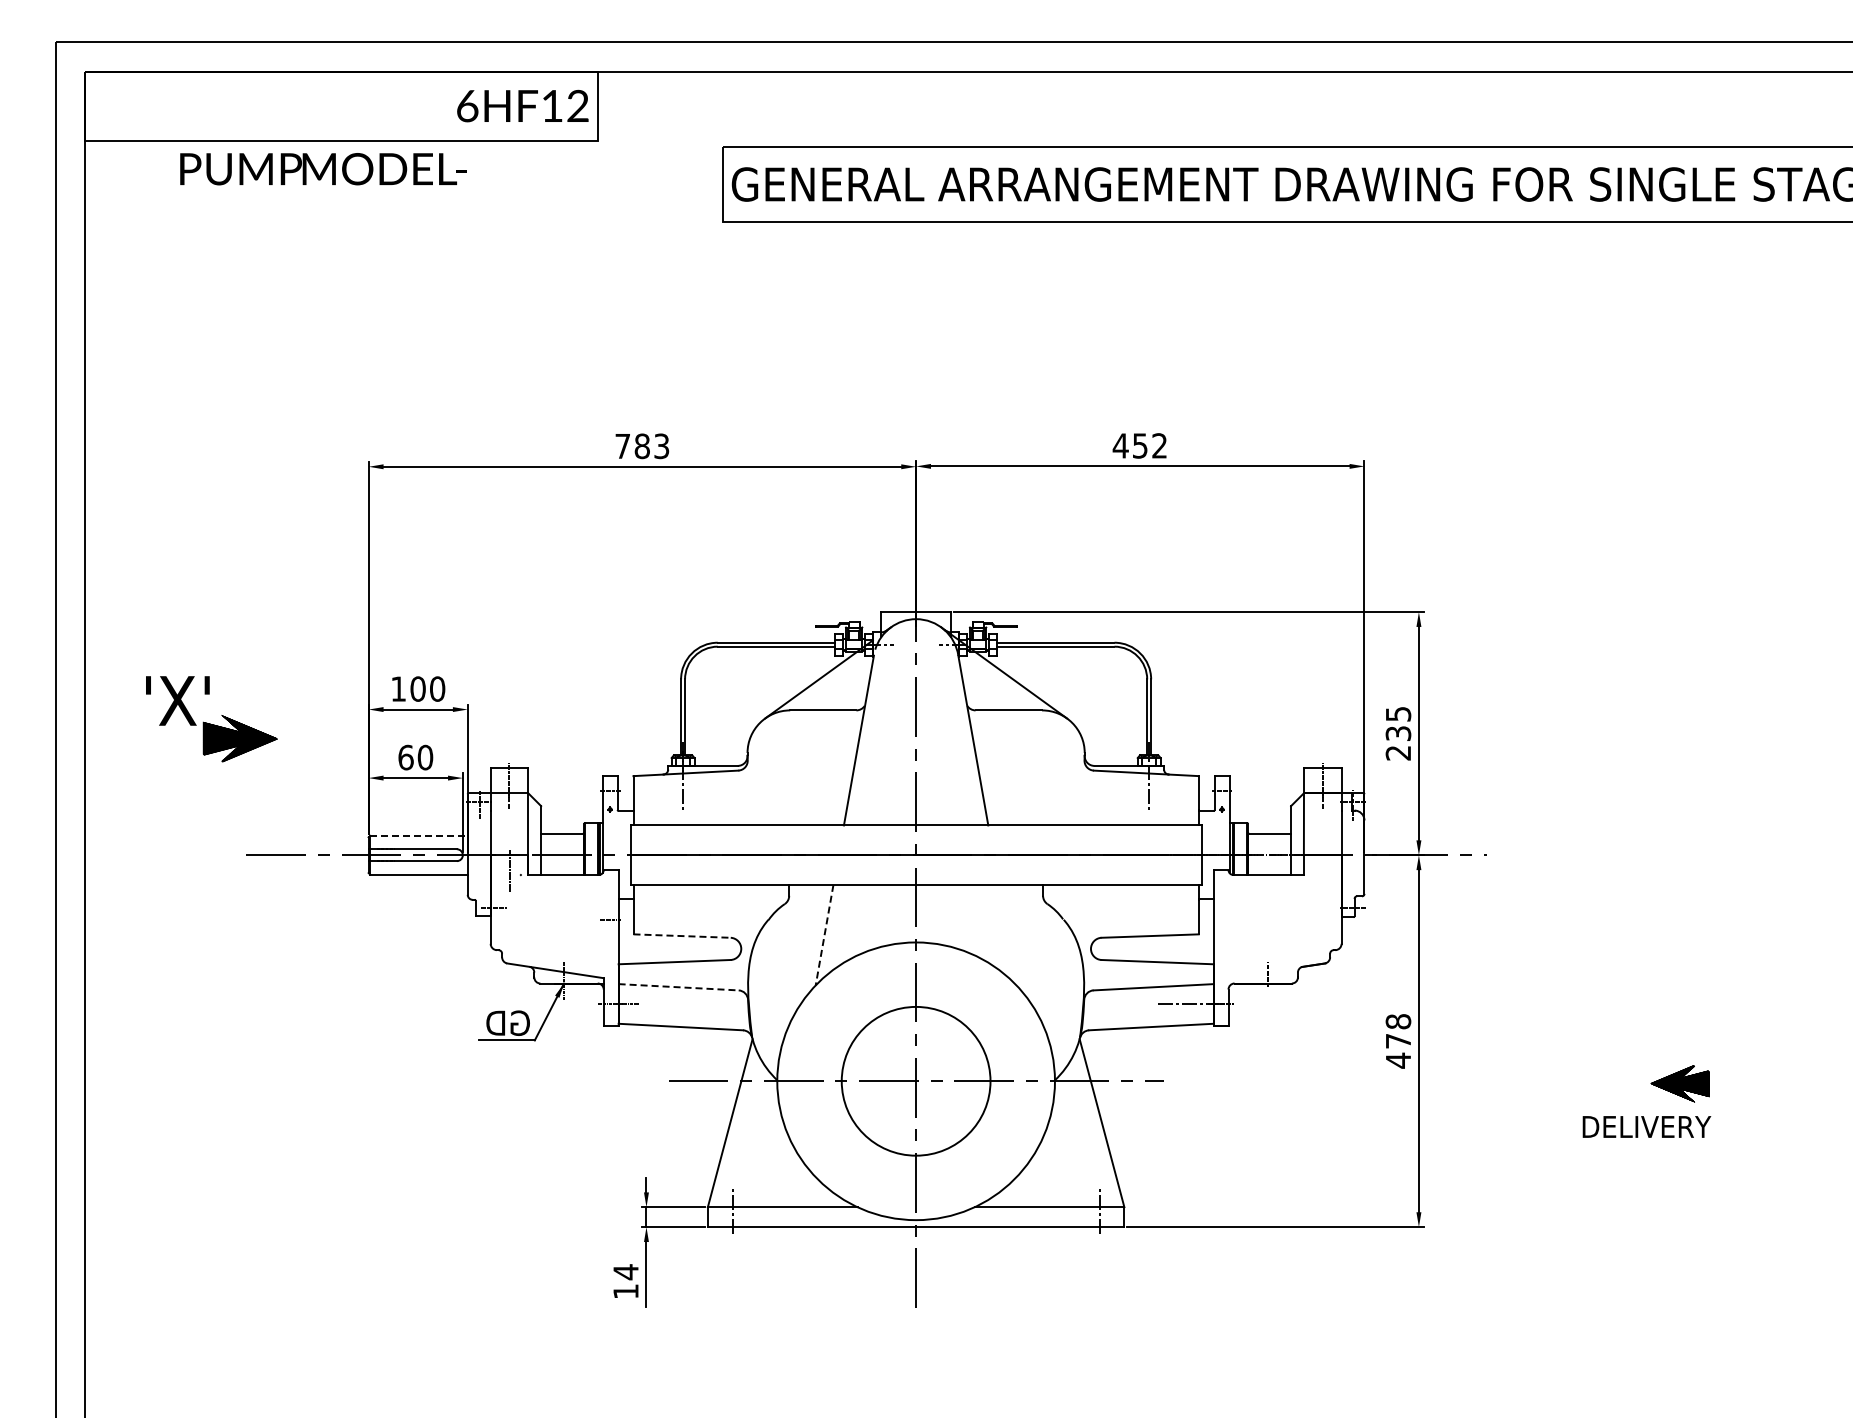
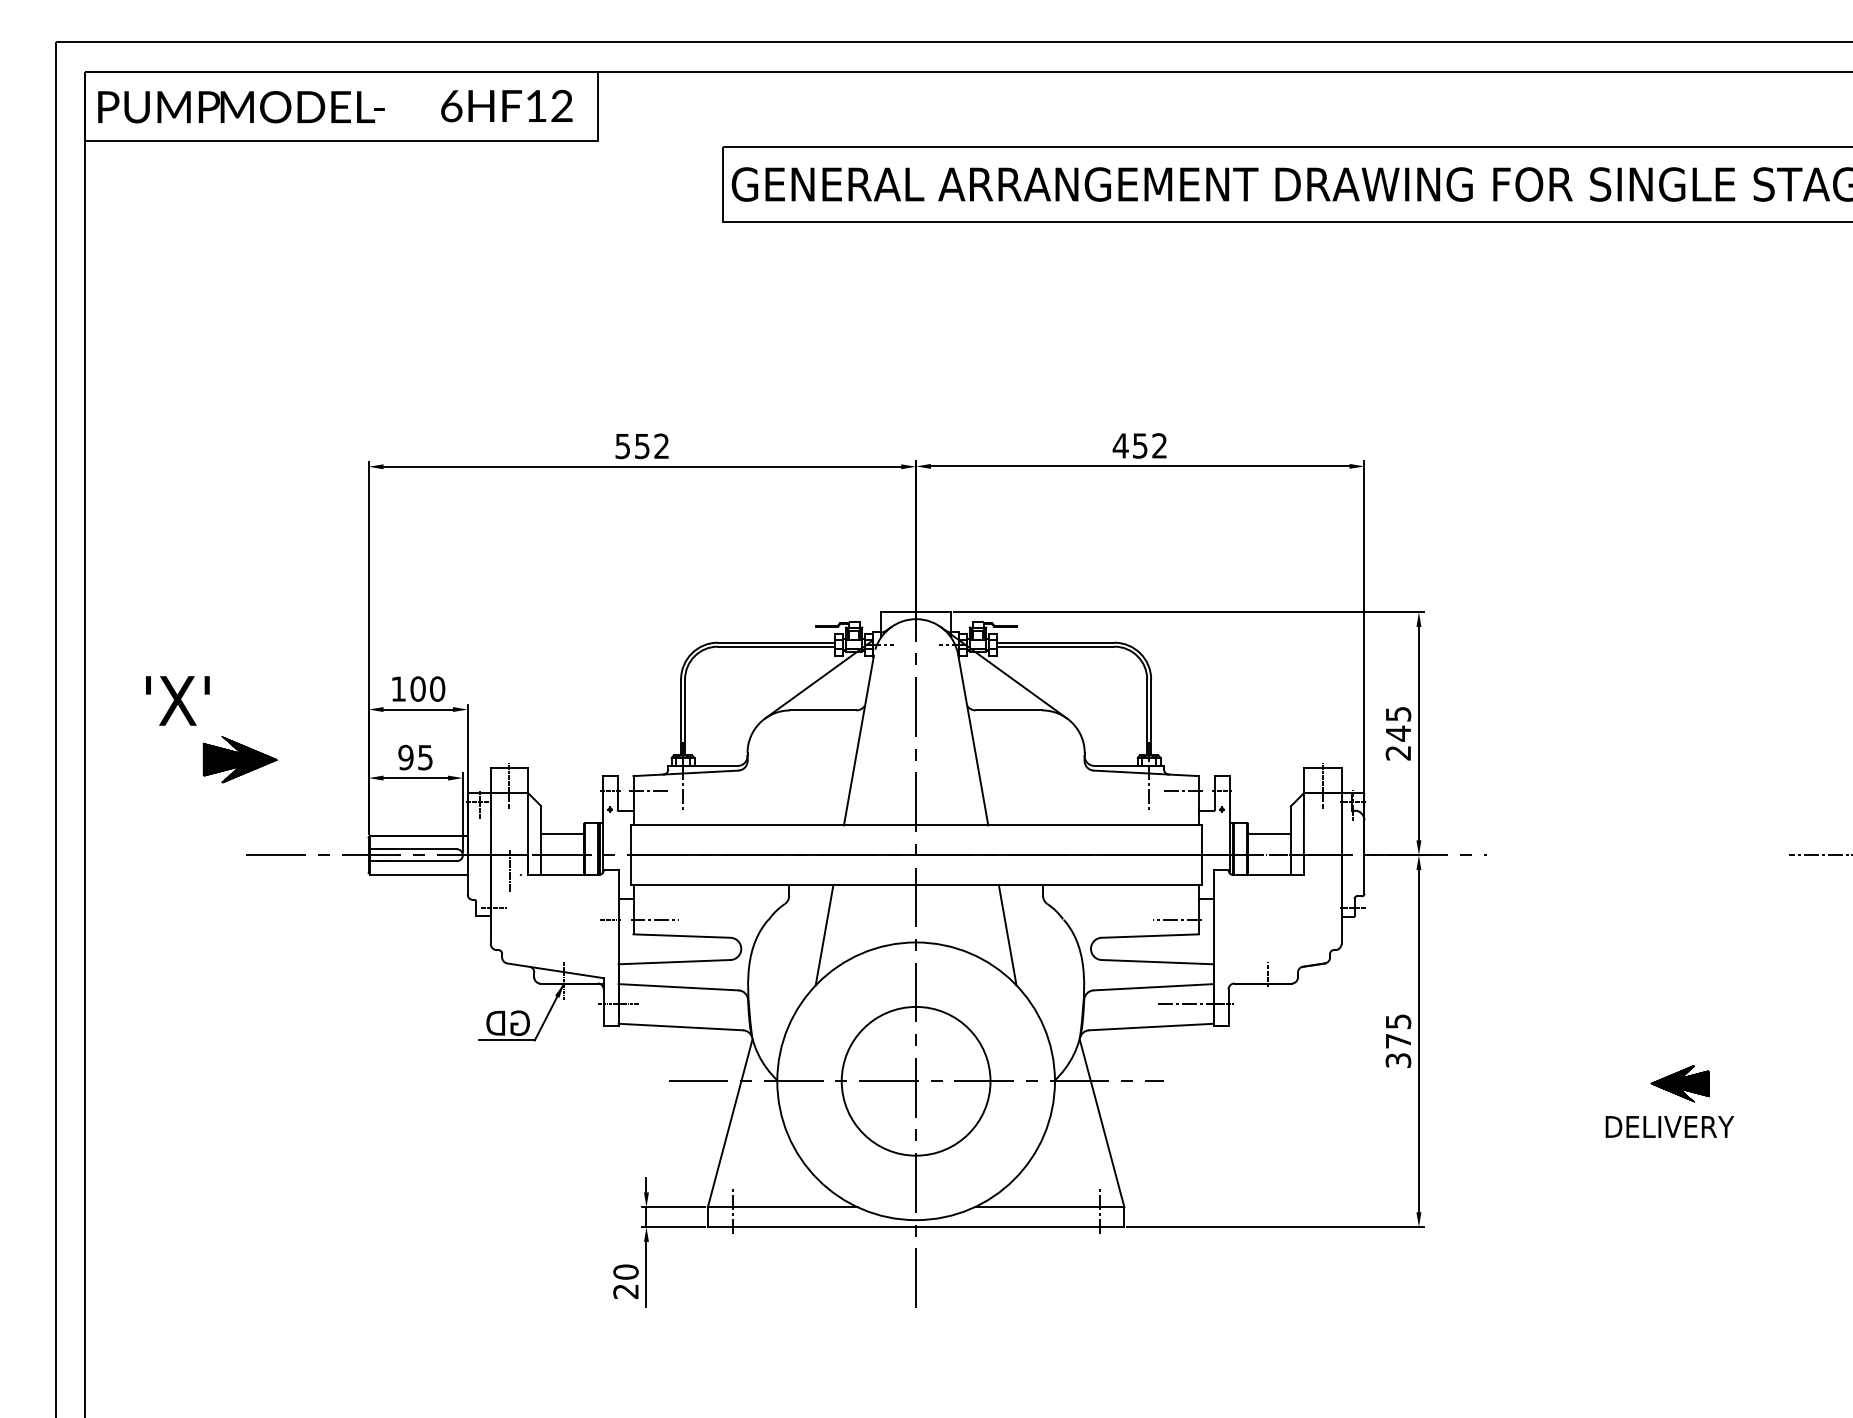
text at (522, 105) position: (522, 105) -> (506, 105)
text at (323, 169) position: (323, 169) -> (241, 107)
text at (642, 446): 783 -> 552
text at (1398, 733): 235 -> 245
part at (239, 738) position: (239, 738) -> (239, 759)
text at (415, 757): 60 -> 95
line at (647, 790): none -> present
line at (1183, 790): none -> present
line at (418, 835): dashed -> solid
line at (1818, 855): none -> present
line at (654, 919): none -> present
line at (1177, 919): none -> present
line at (1007, 934): none -> present
line at (824, 935): dashed -> solid
line at (682, 936): dashed -> solid
line at (679, 987): dashed -> solid
text at (1398, 1041): 478 -> 375
text at (1646, 1126) position: (1646, 1126) -> (1669, 1126)
text at (625, 1281): 14 -> 20
